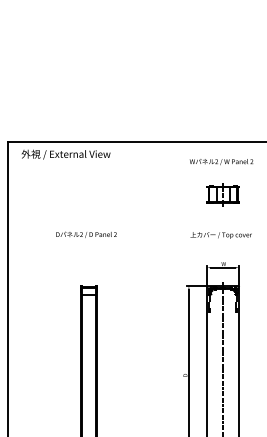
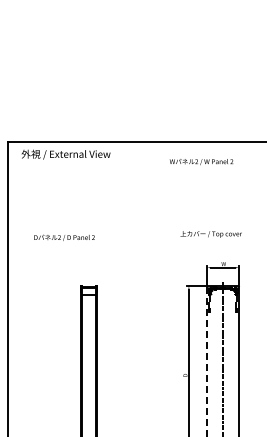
text at (221, 162) position: (221, 162) -> (201, 162)
part at (222, 194): present -> none
text at (86, 234) position: (86, 234) -> (64, 237)
text at (220, 235) position: (220, 235) -> (210, 234)
line at (207, 361): solid -> dashed
